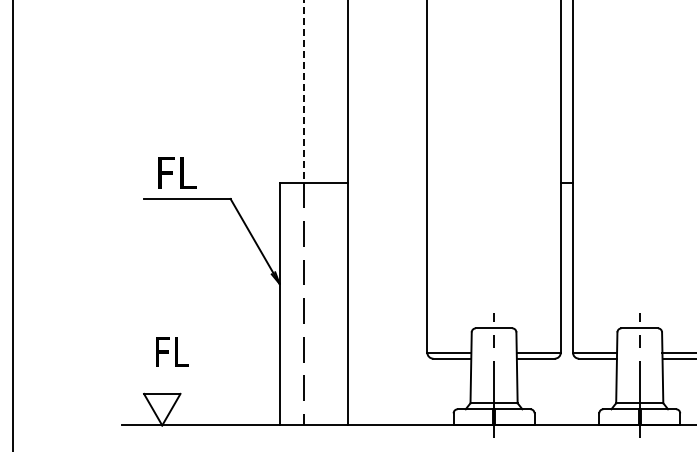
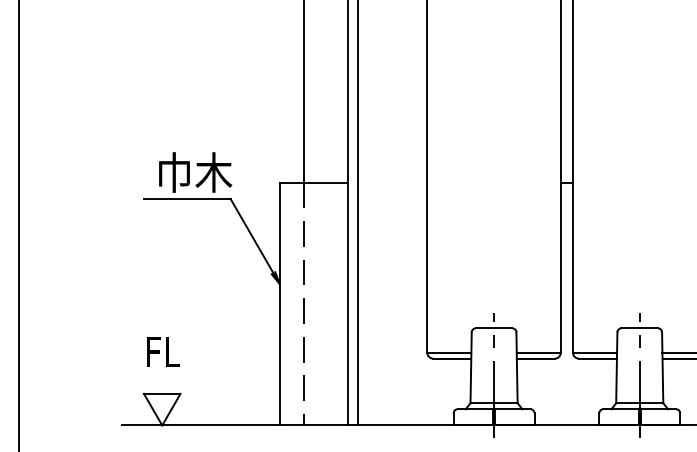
line at (303, 91): dashed -> solid
text at (195, 172): FL -> 巾木
line at (358, 213): none -> present
line at (12, 225) position: (12, 225) -> (18, 225)
text at (172, 351) position: (172, 351) -> (163, 351)
